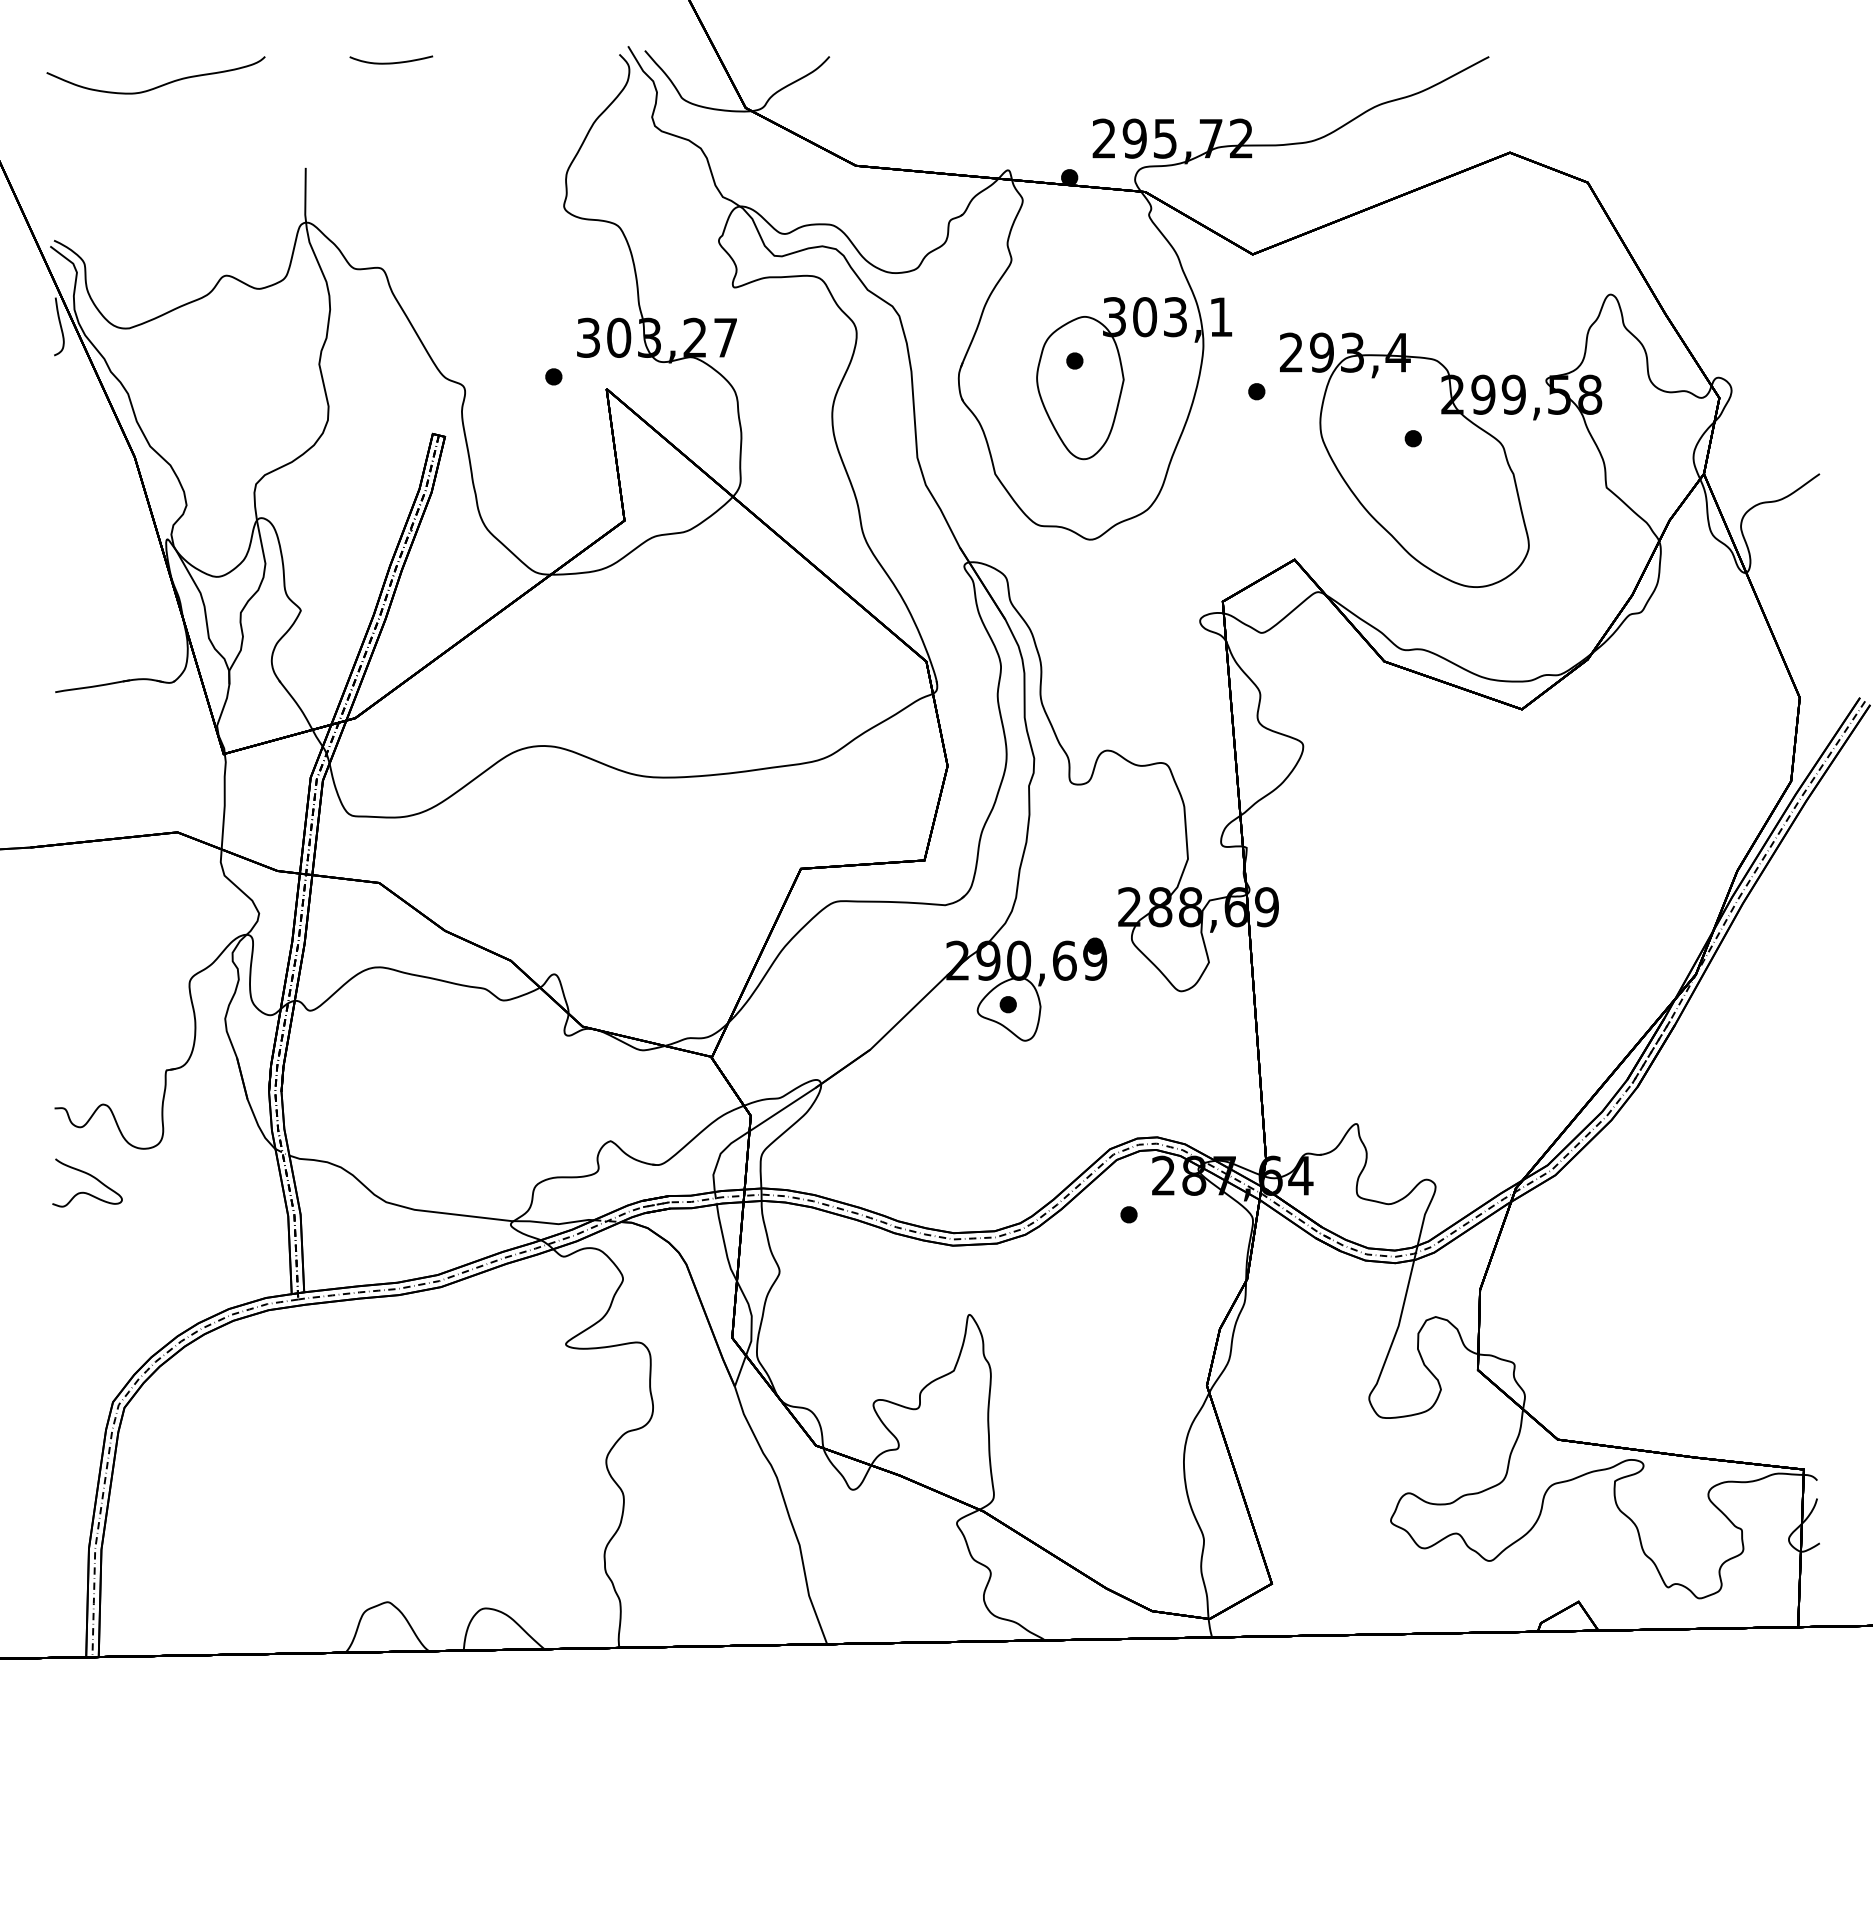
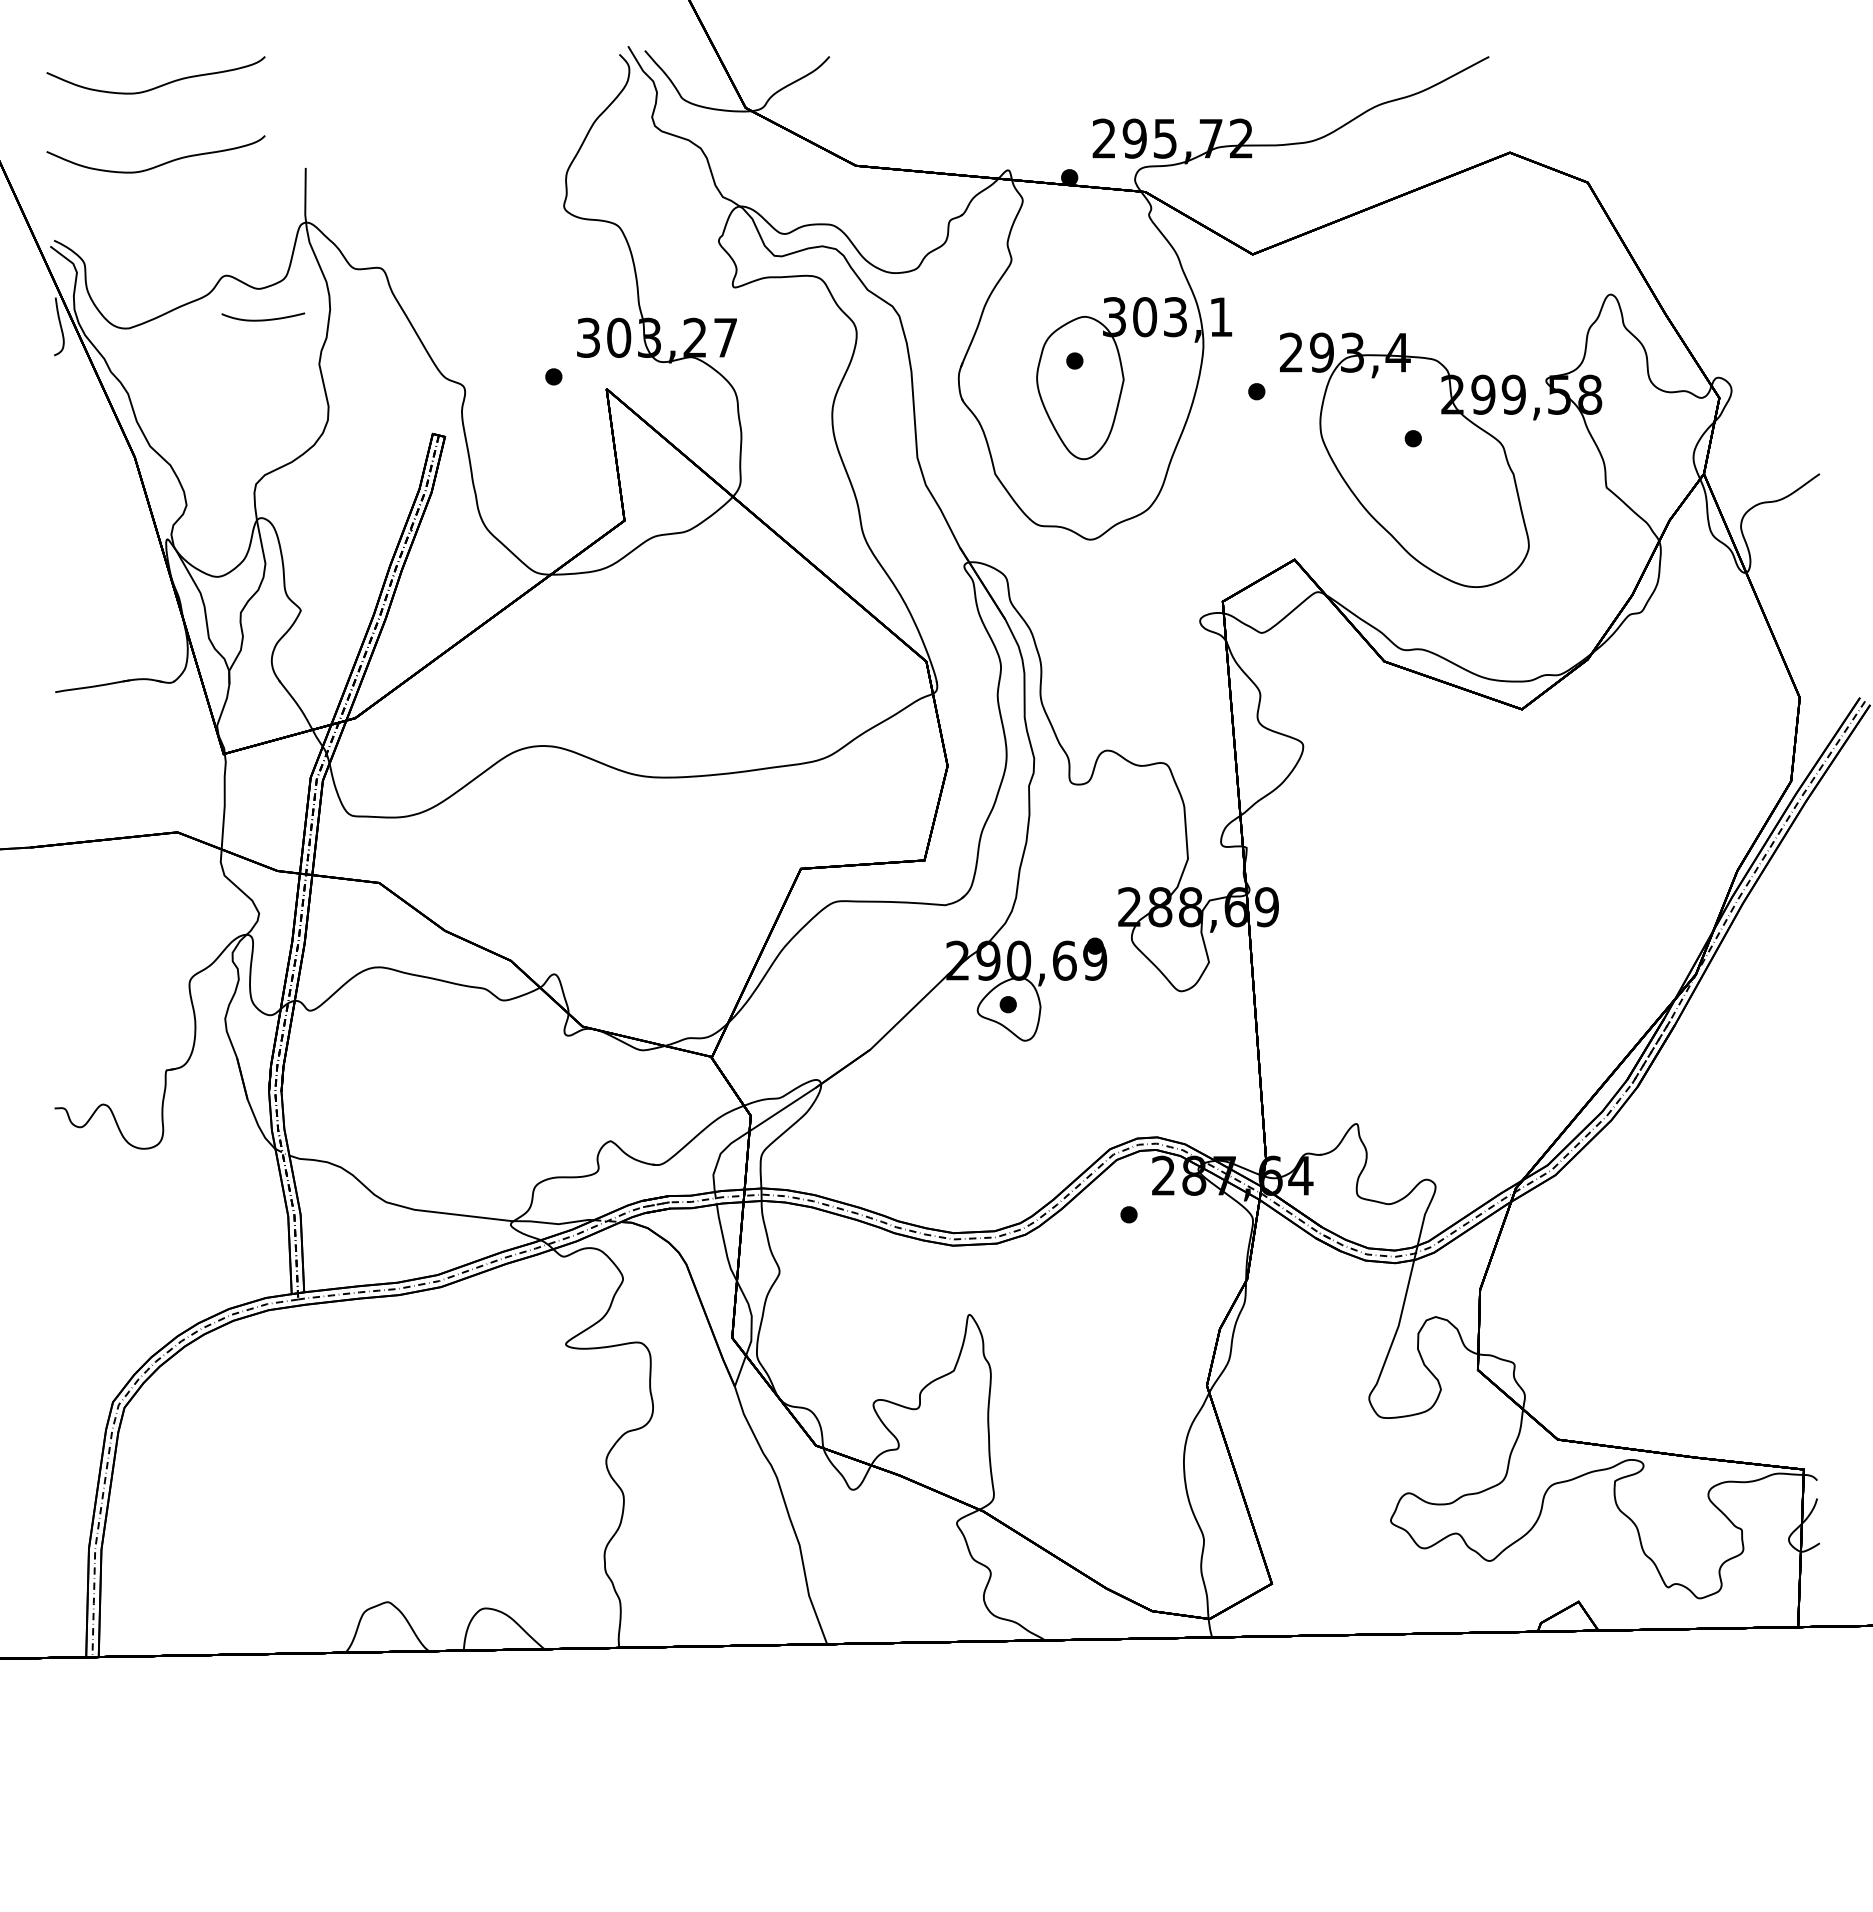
curve at (391, 62) position: (391, 62) -> (263, 319)
curve at (159, 164): none -> present
curve at (90, 1176): present -> none
